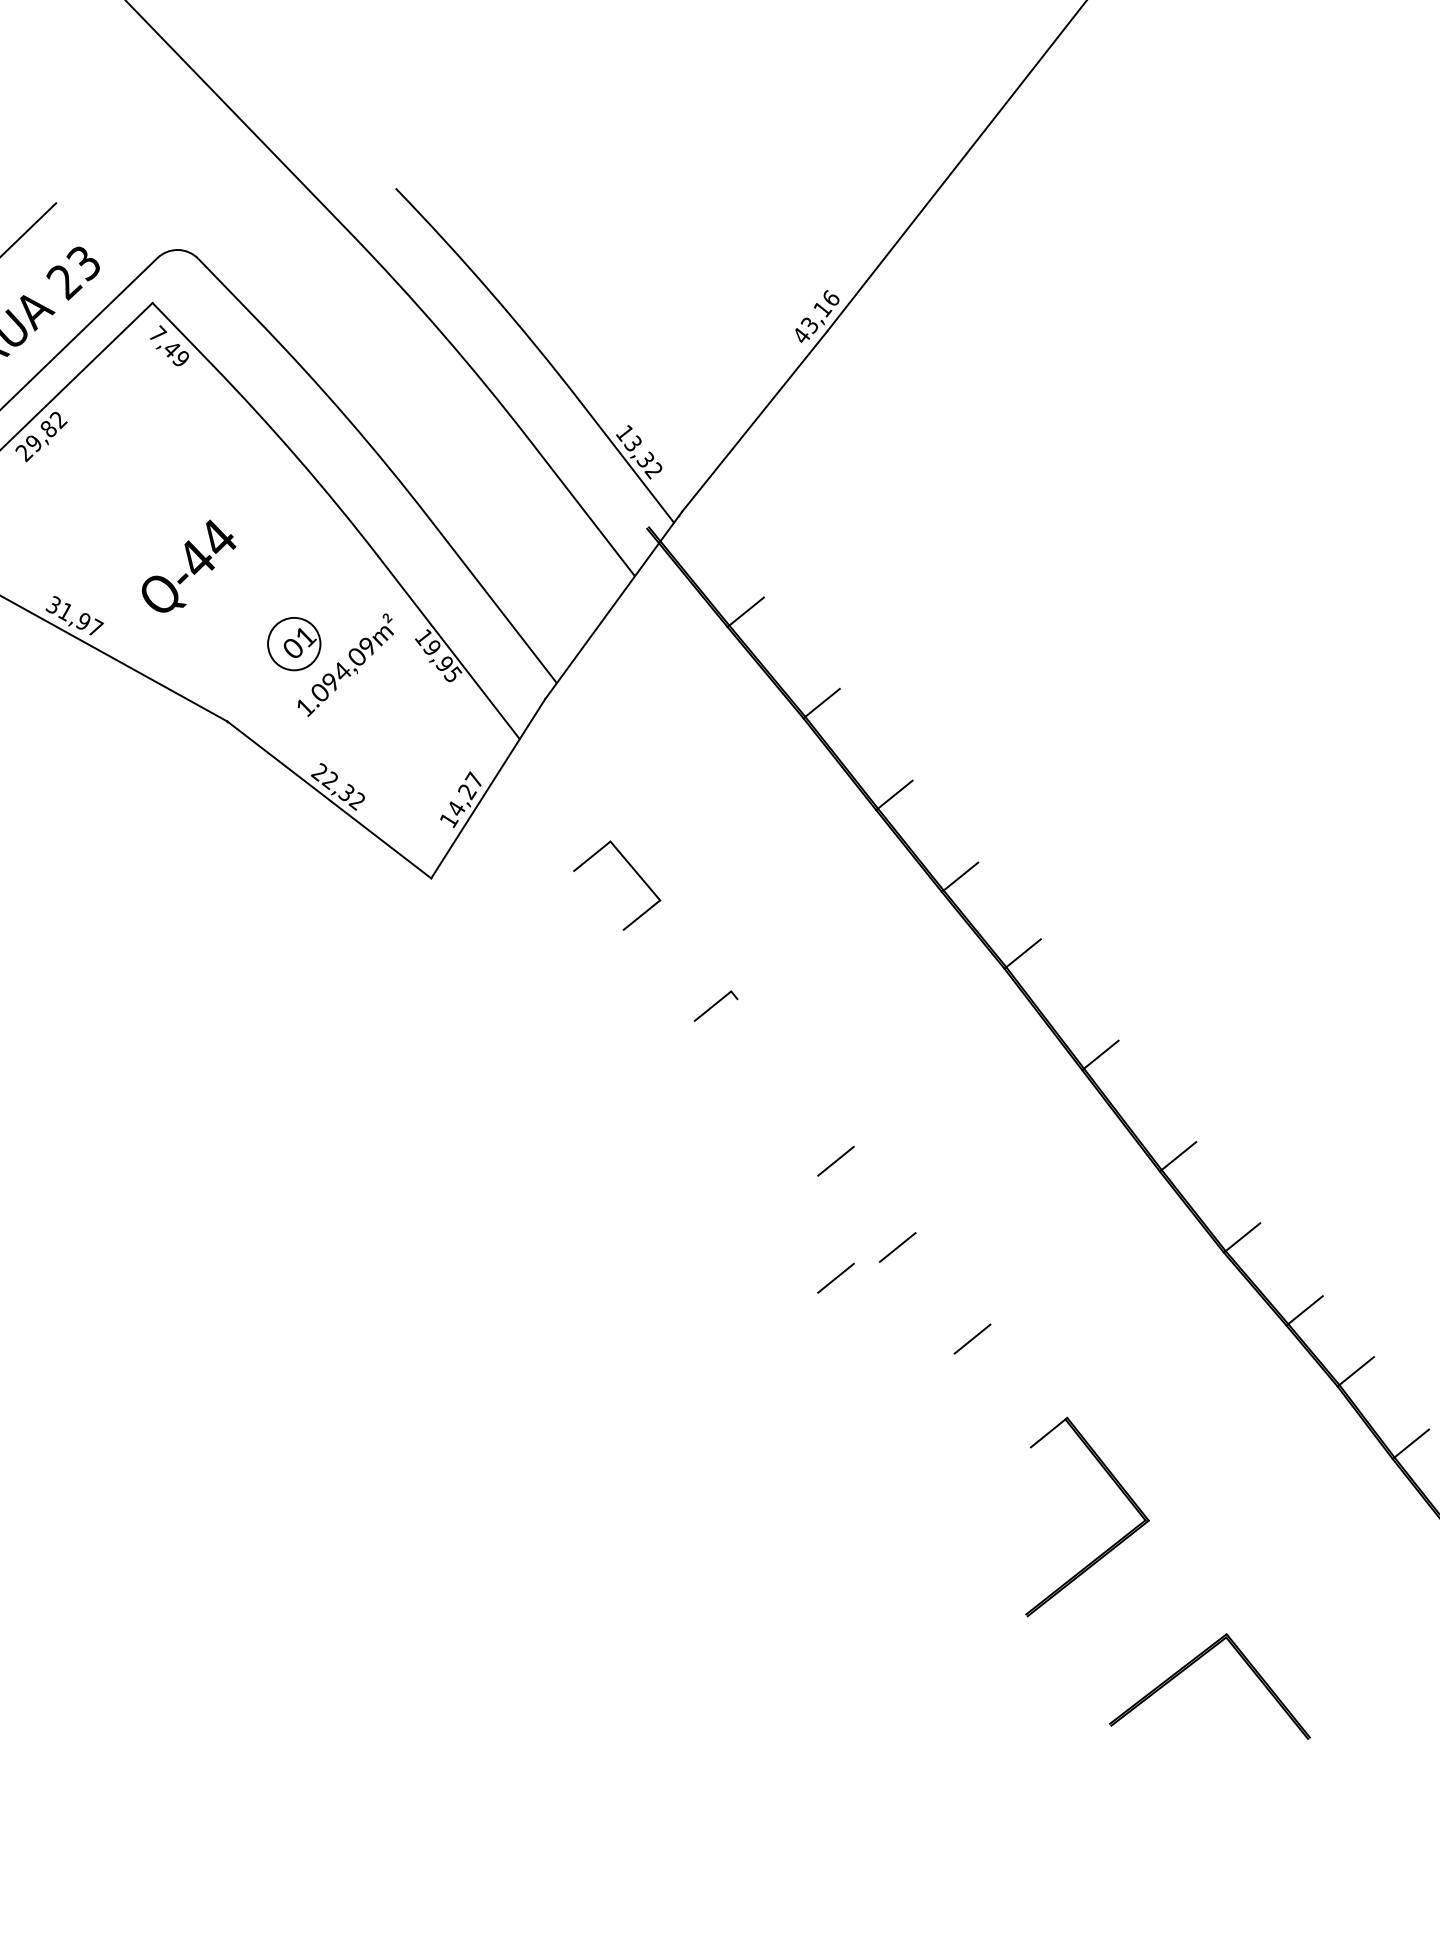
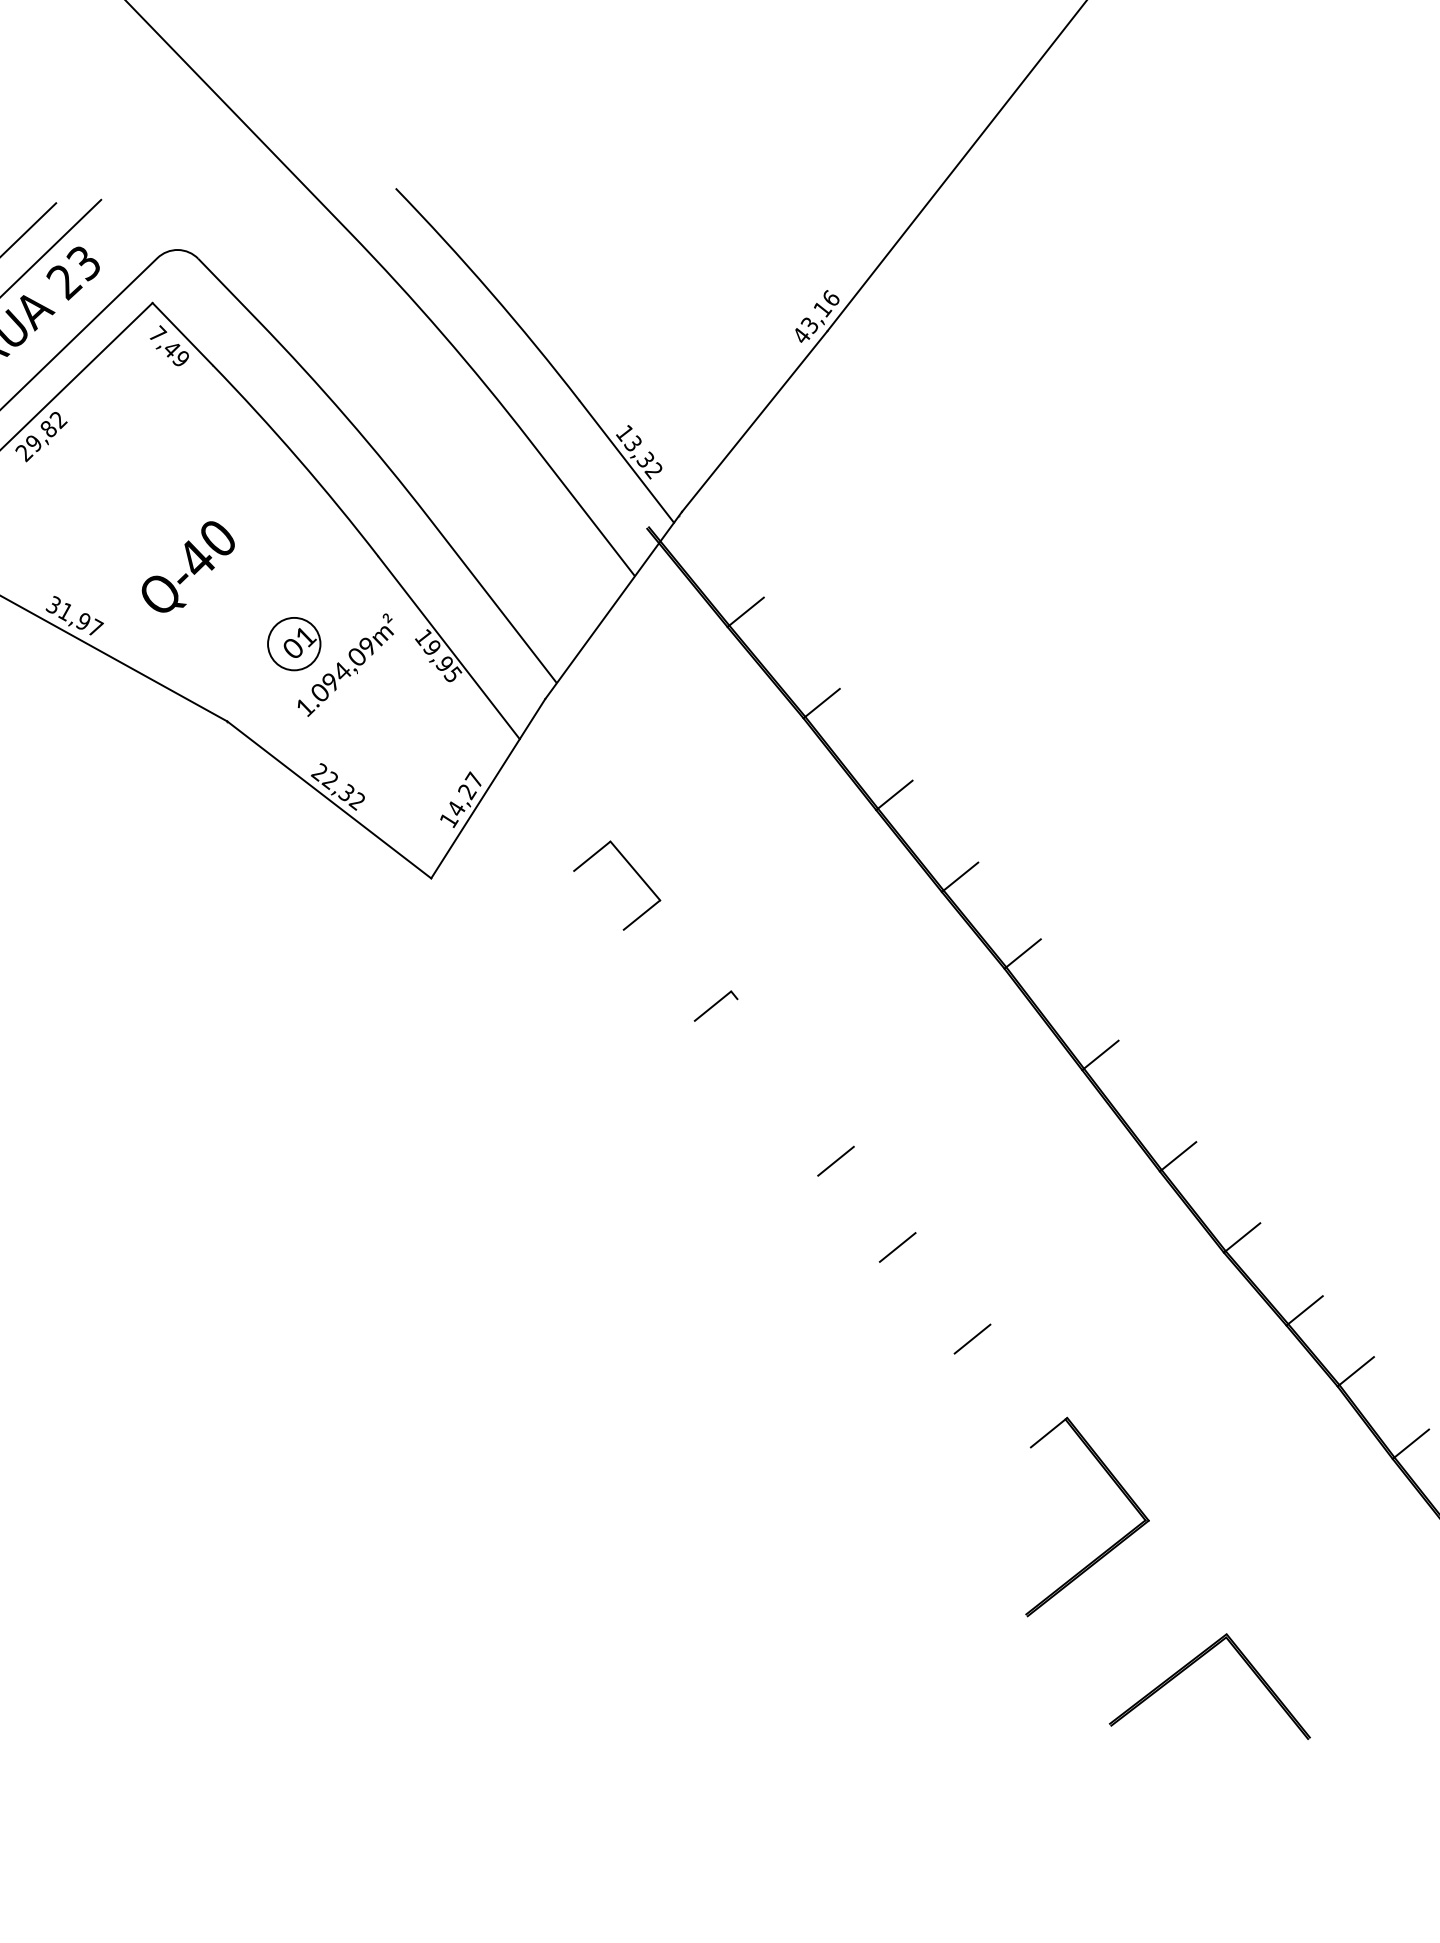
line at (51, 247): none -> present
text at (218, 537): Q-44 -> Q-40
line at (835, 1277): present -> none
